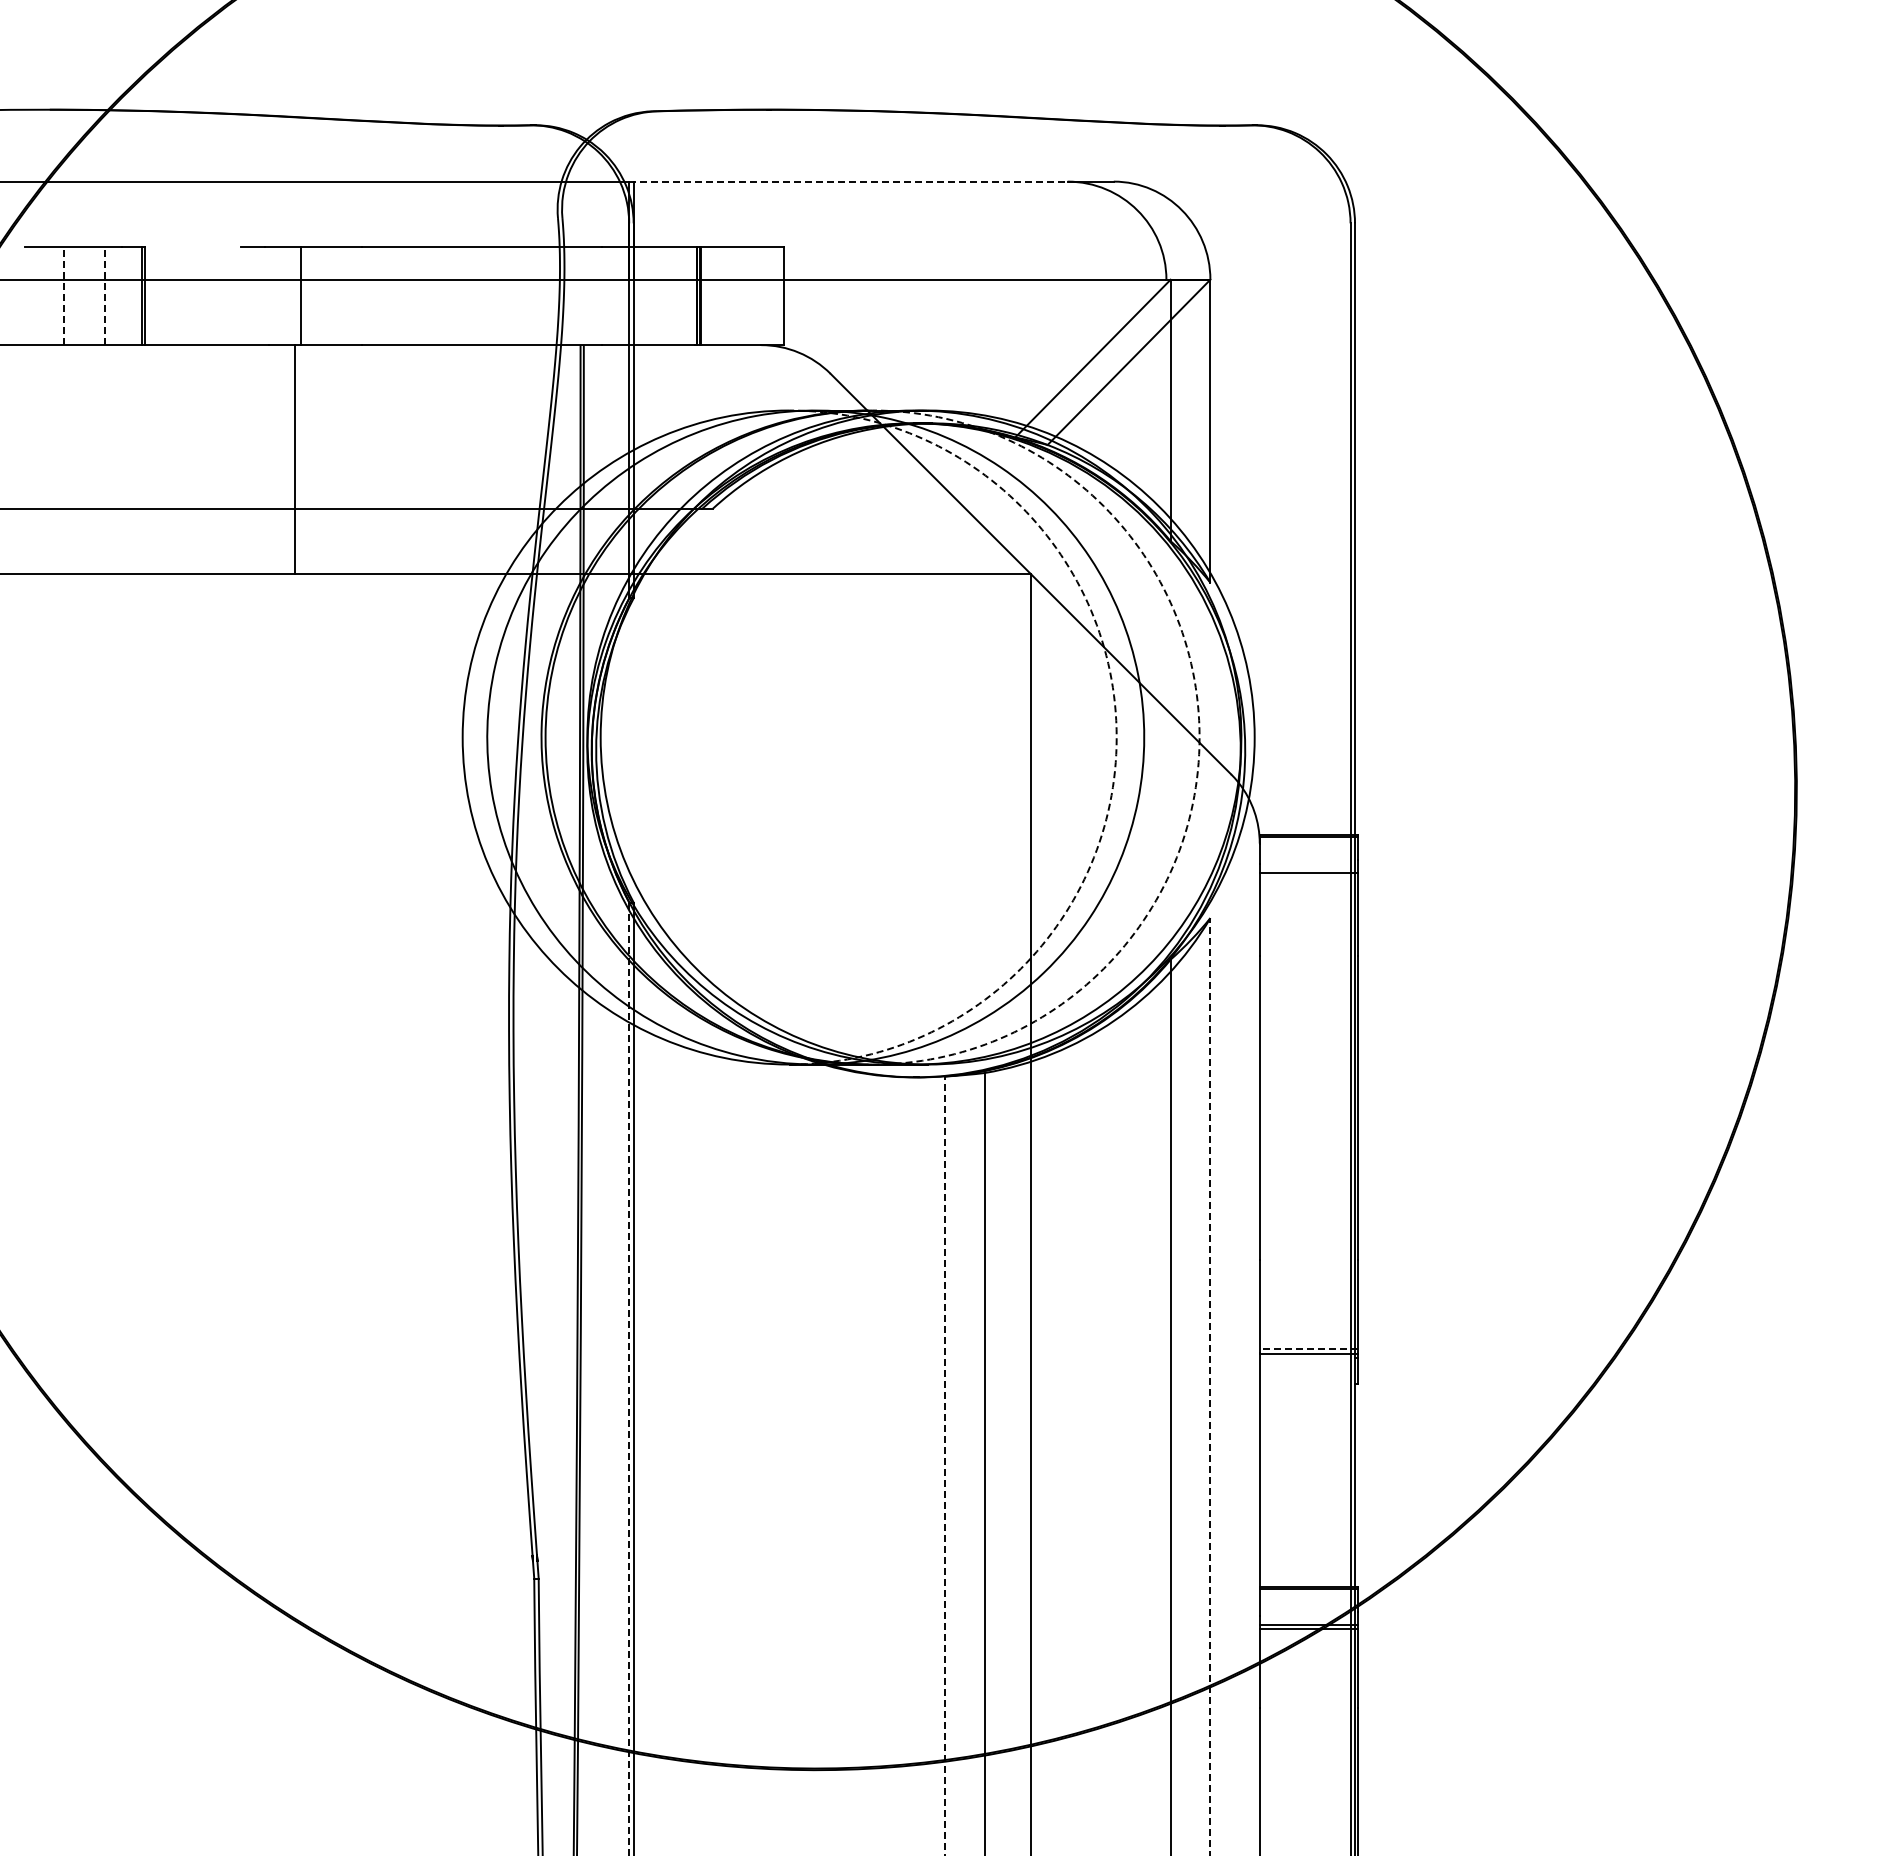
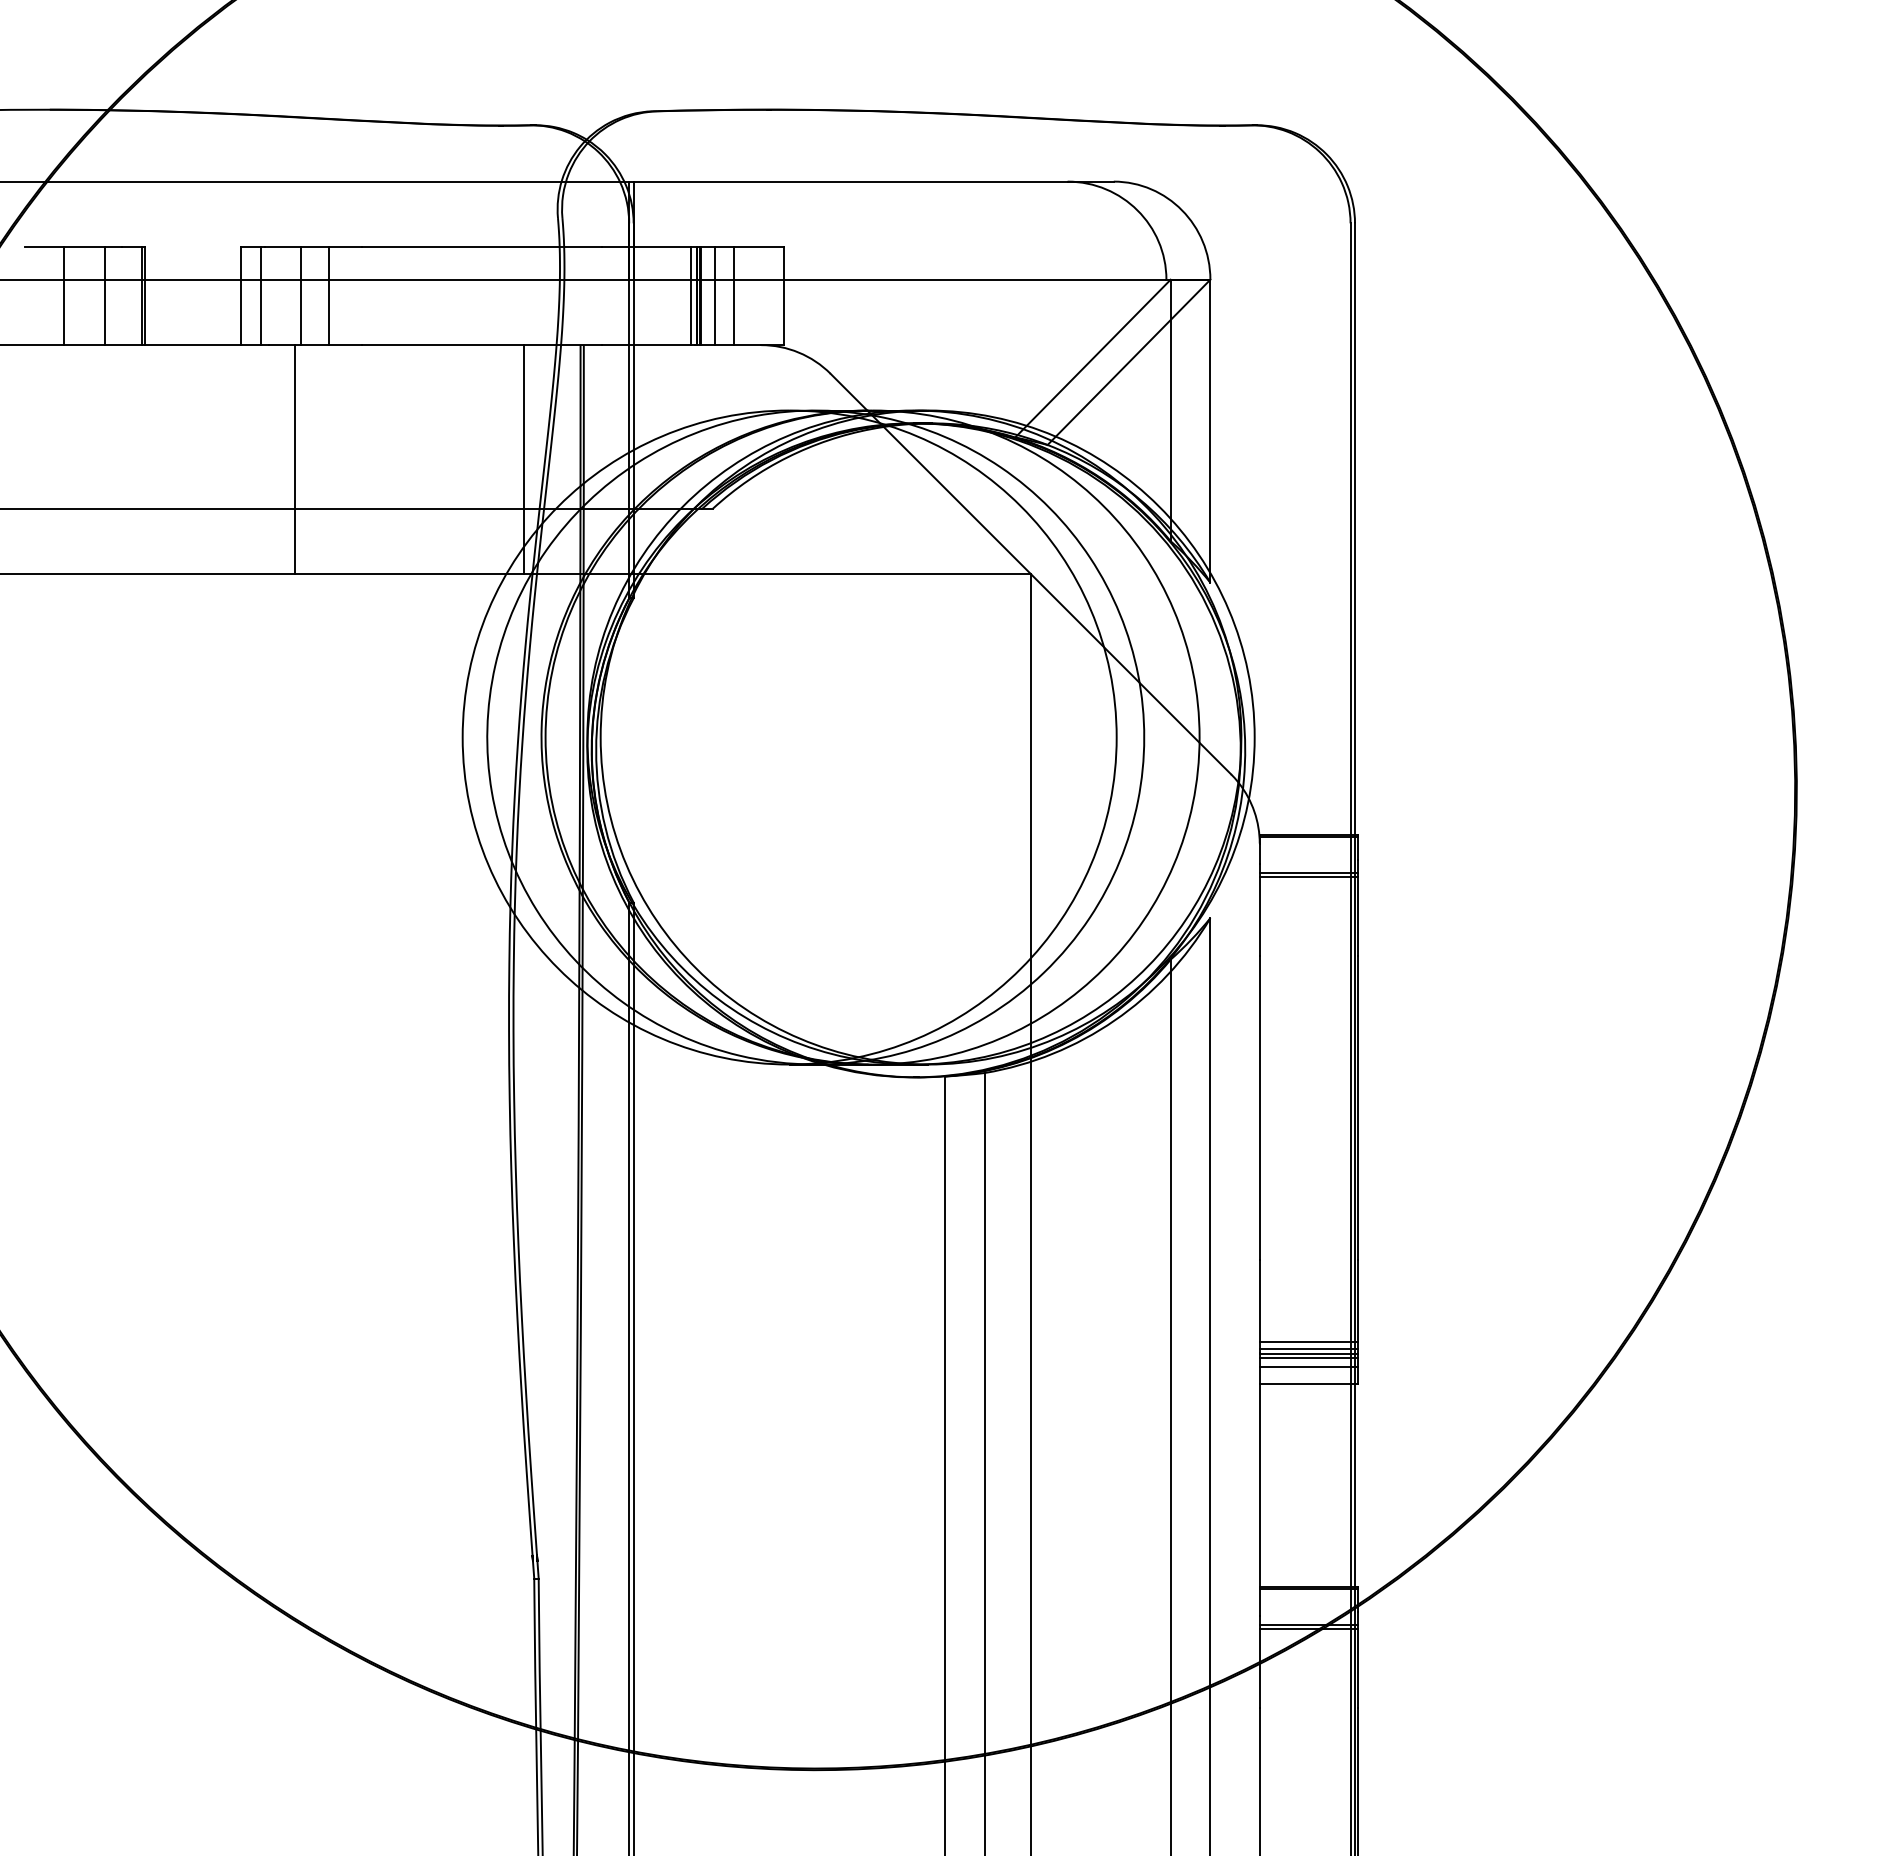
line at (849, 181): dashed -> solid
line at (63, 295): dashed -> solid
line at (104, 295): dashed -> solid
line at (241, 296): none -> present
line at (261, 296): none -> present
line at (328, 296): none -> present
line at (690, 296): none -> present
line at (714, 296): none -> present
line at (734, 296): none -> present
line at (524, 459): none -> present
arc at (1116, 737): dashed -> solid
arc at (1199, 737): dashed -> solid
line at (1308, 876): none -> present
line at (1308, 1341): none -> present
line at (1308, 1348): dashed -> solid
line at (1307, 1358): none -> present
line at (1308, 1367): none -> present
line at (629, 1379): dashed -> solid
line at (1307, 1384): none -> present
line at (1210, 1386): dashed -> solid
line at (945, 1465): dashed -> solid
